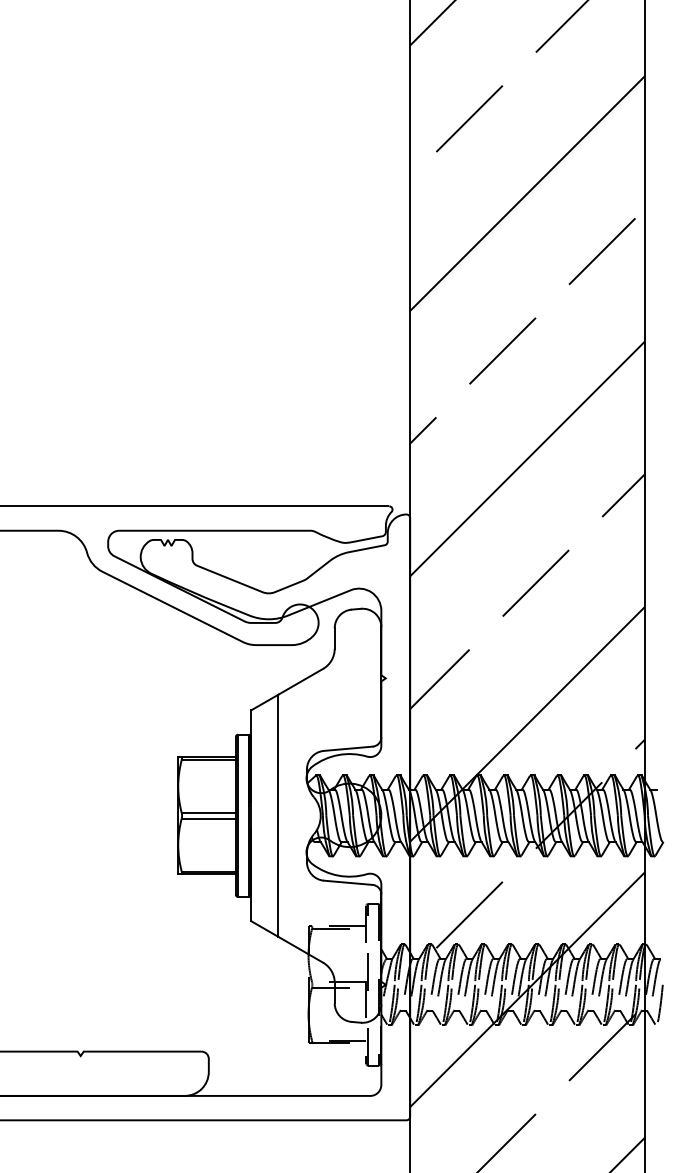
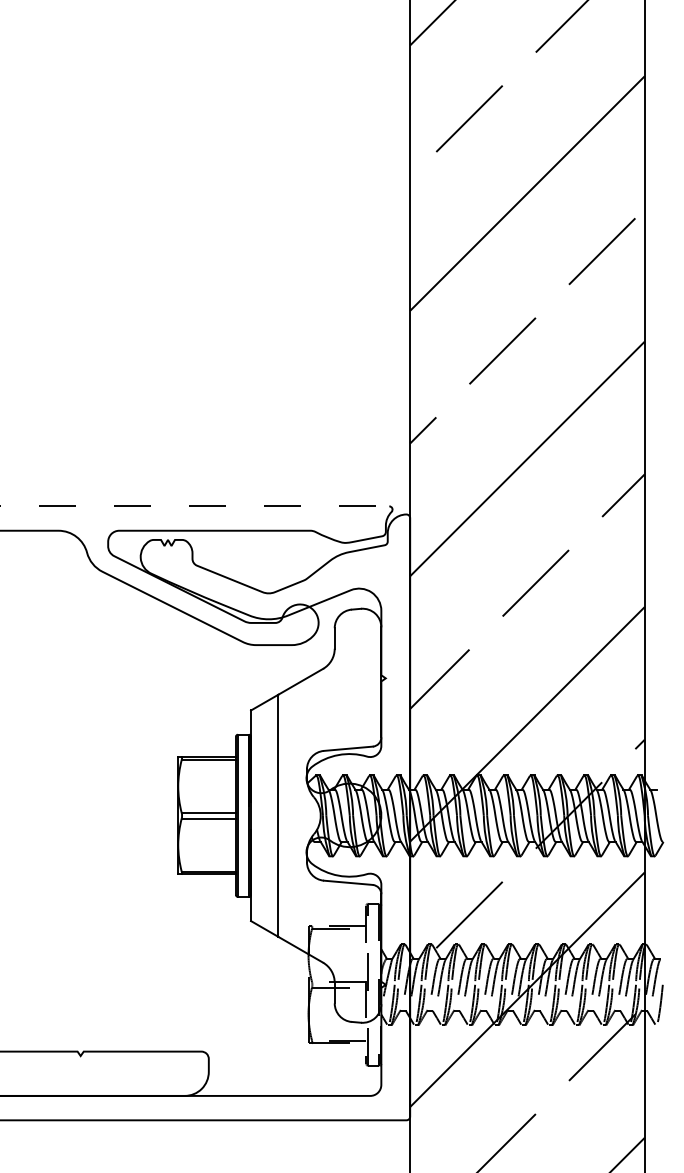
line at (195, 506): solid -> dashed
